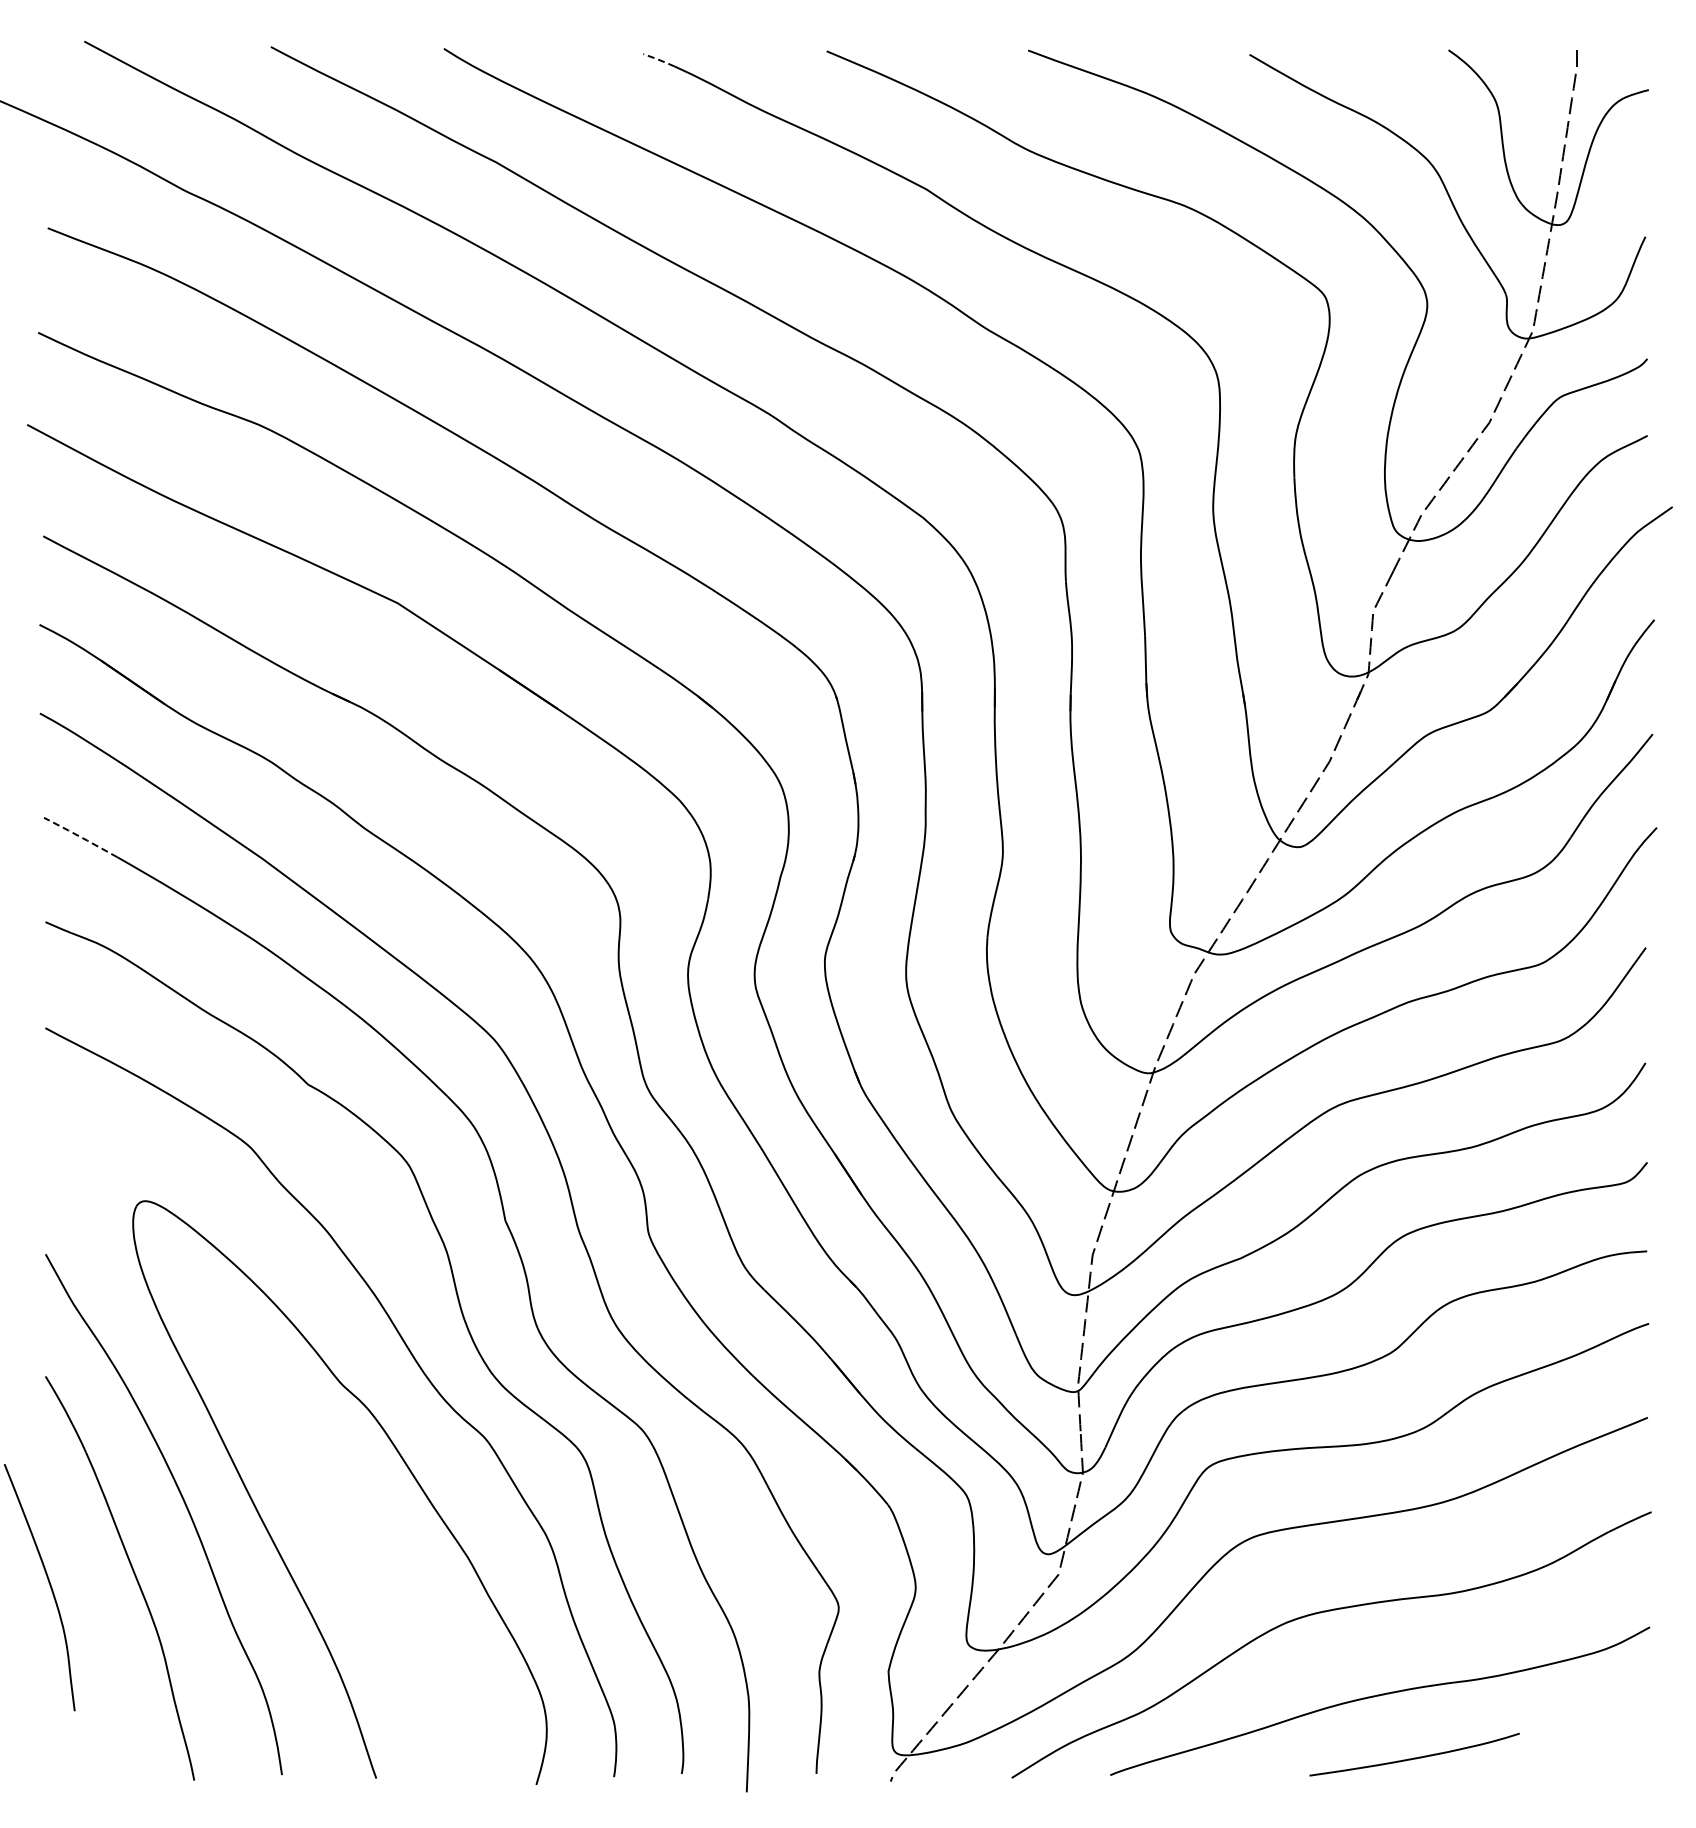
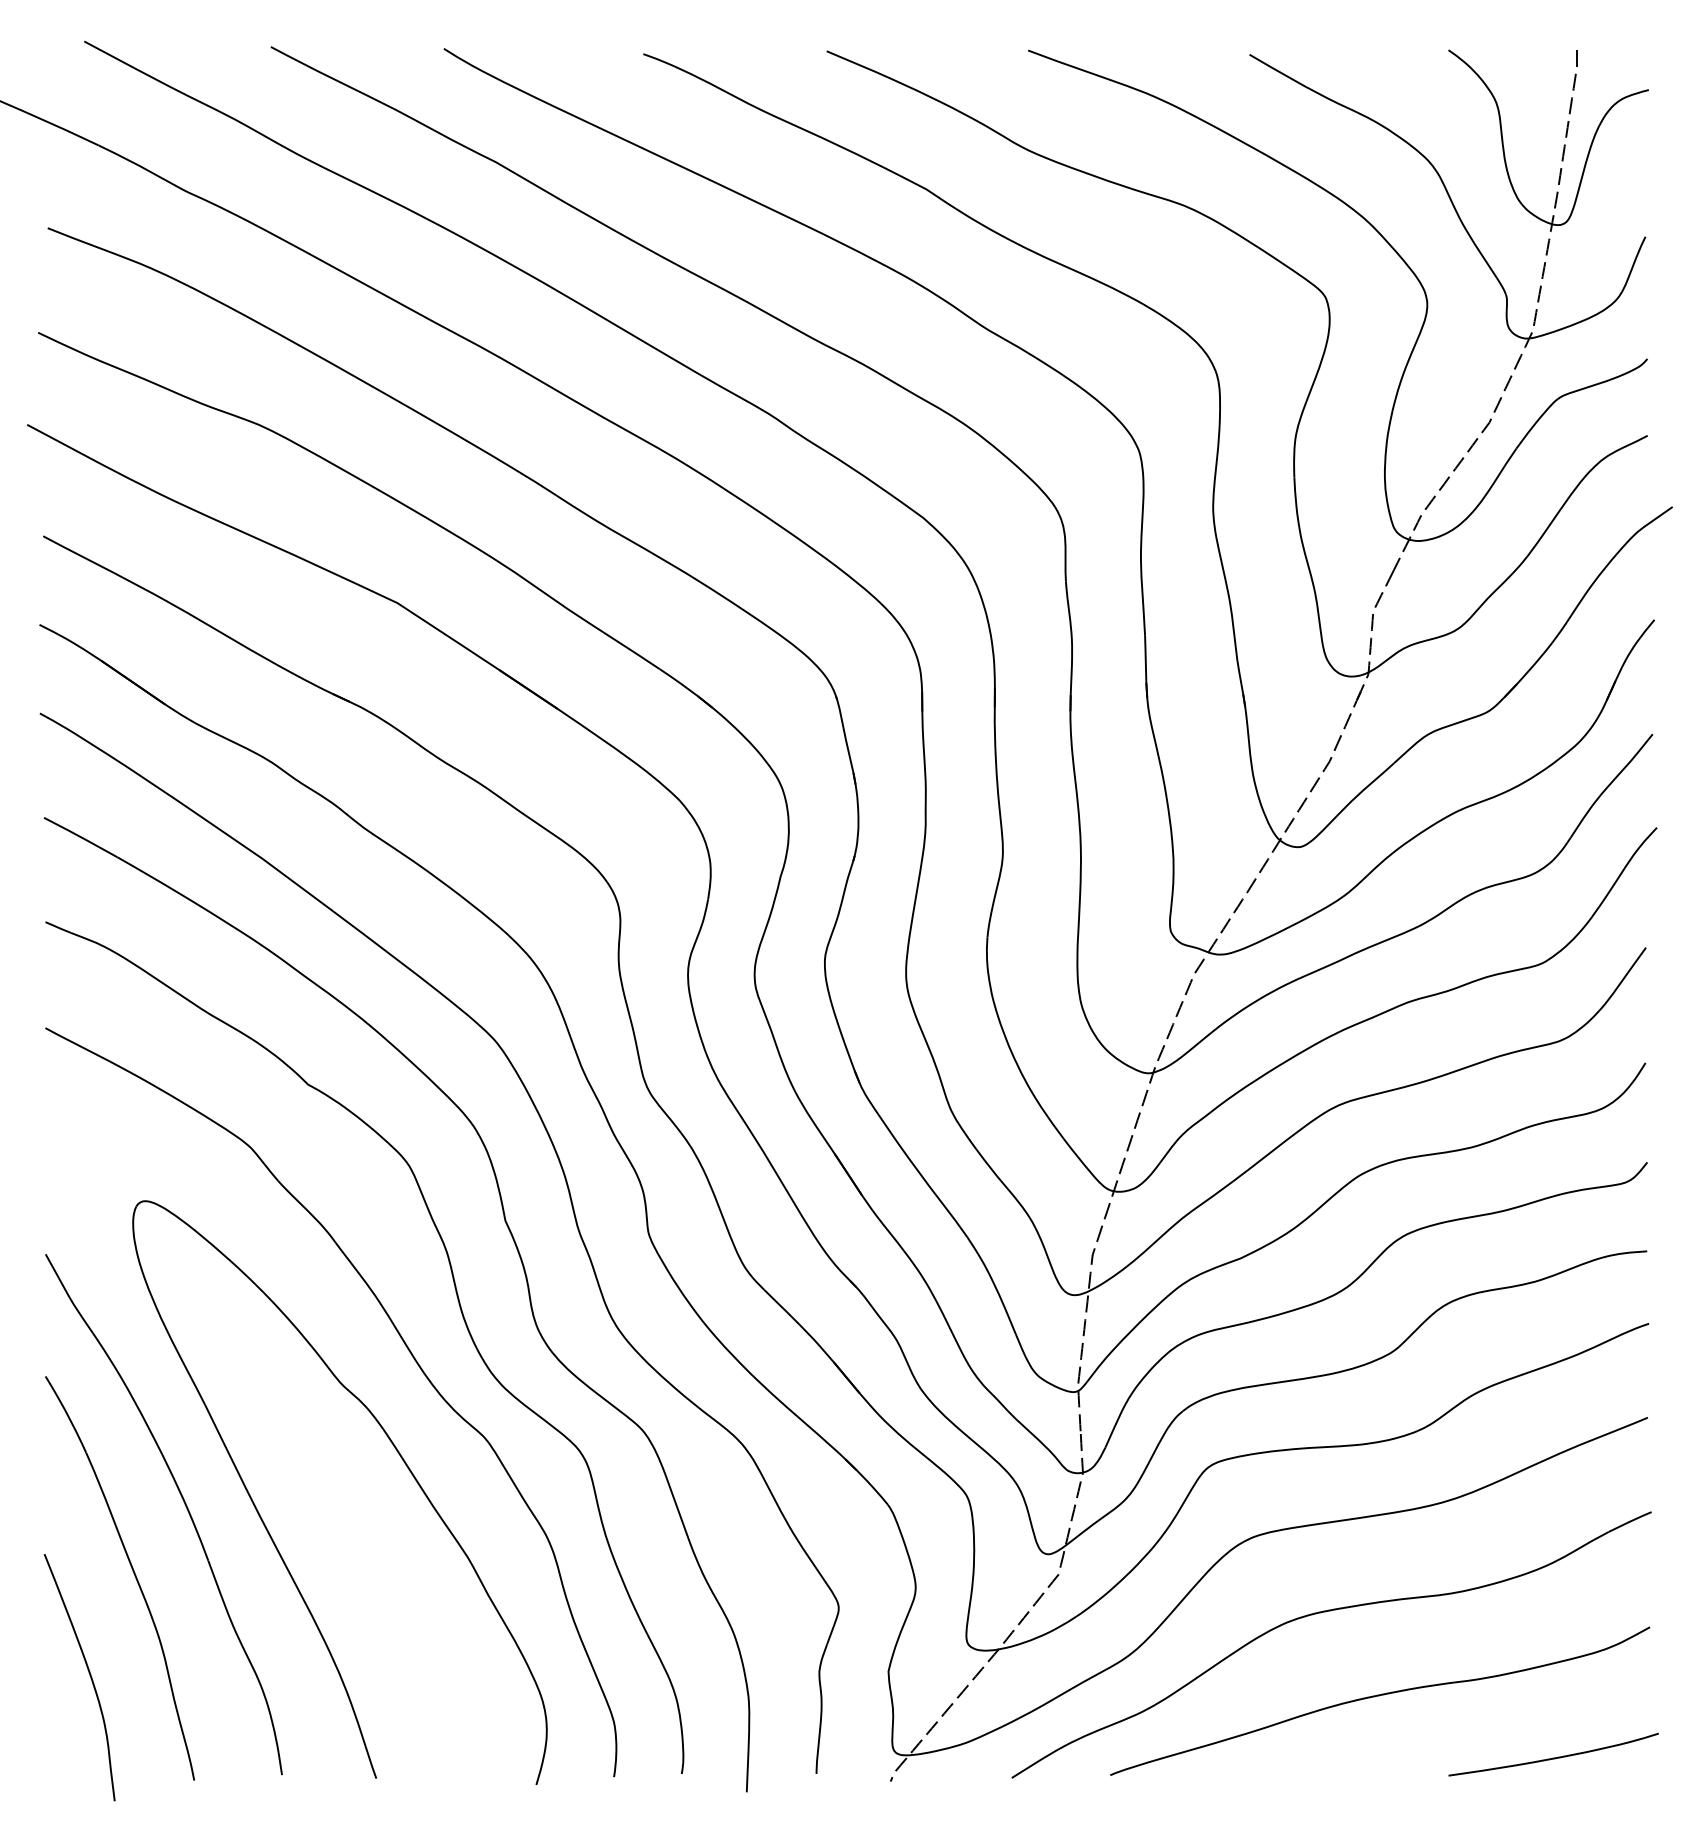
line at (659, 59): dashed -> solid
line at (80, 837): dashed -> solid
curve at (49, 1585) position: (49, 1585) -> (89, 1675)
curve at (1414, 1757) position: (1414, 1757) -> (1553, 1757)
